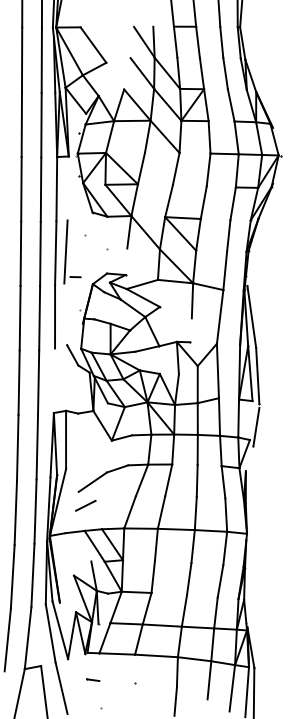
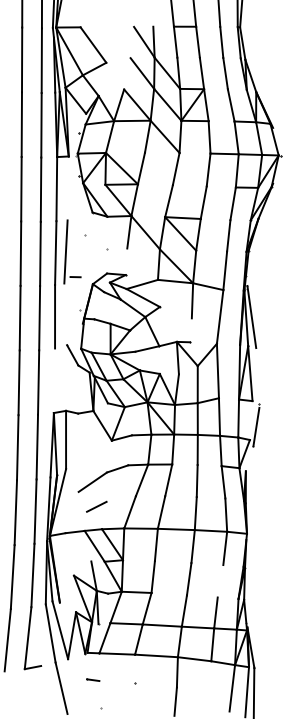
line at (257, 375): present -> none
line at (85, 505) position: (85, 505) -> (96, 506)
line at (220, 581): present -> none
line at (209, 680): present -> none
line at (44, 690): present -> none
line at (19, 692): present -> none
